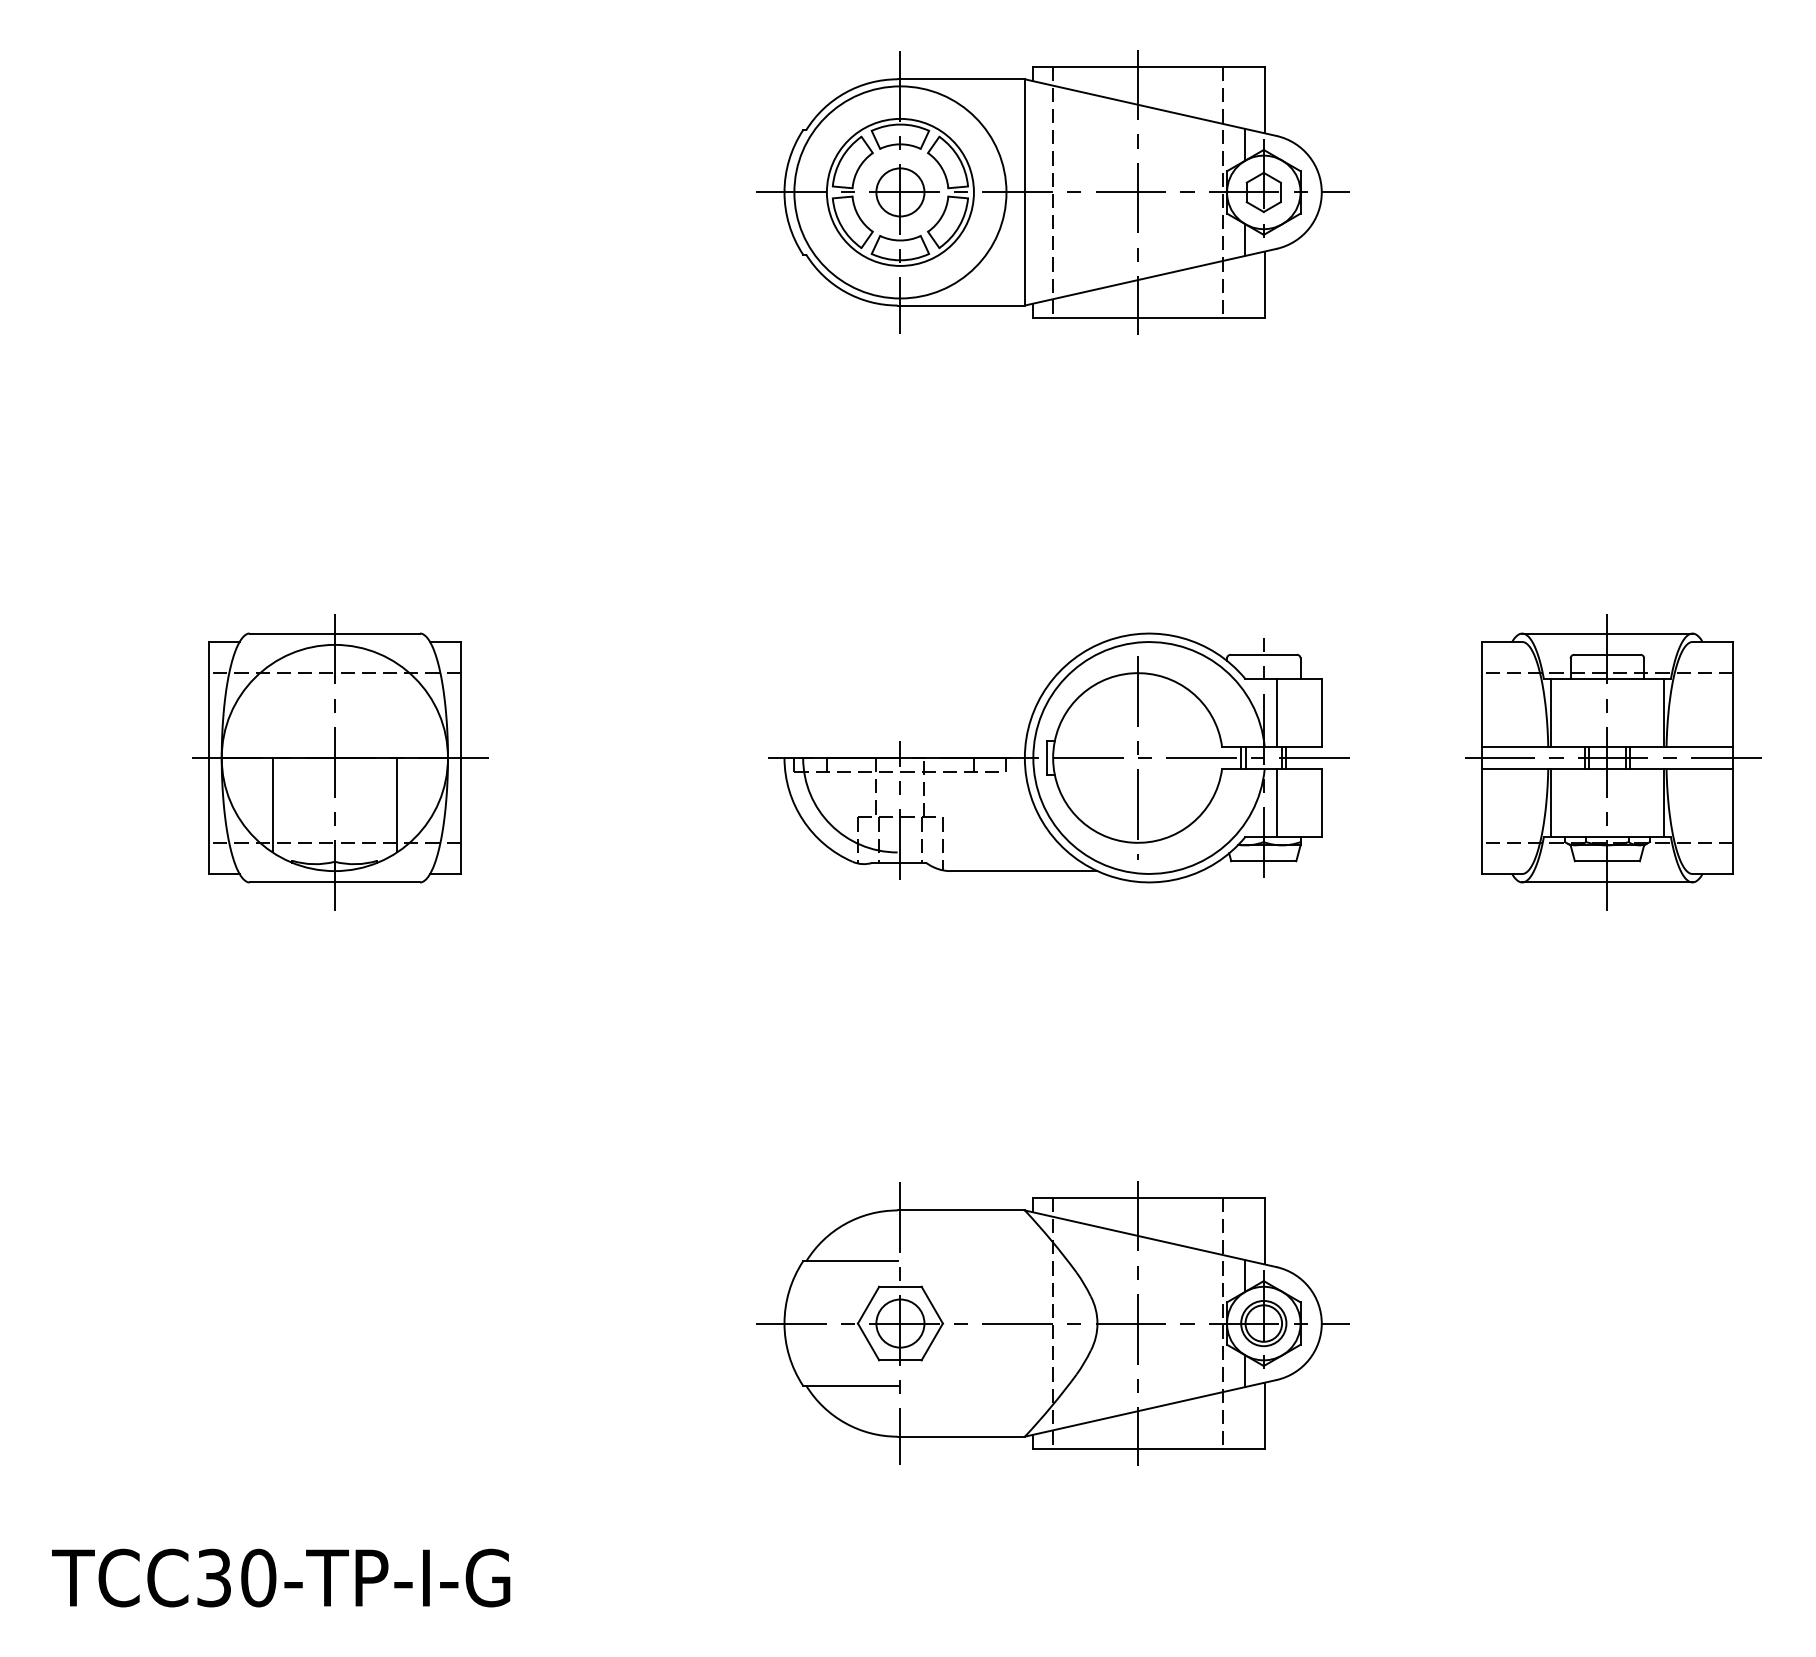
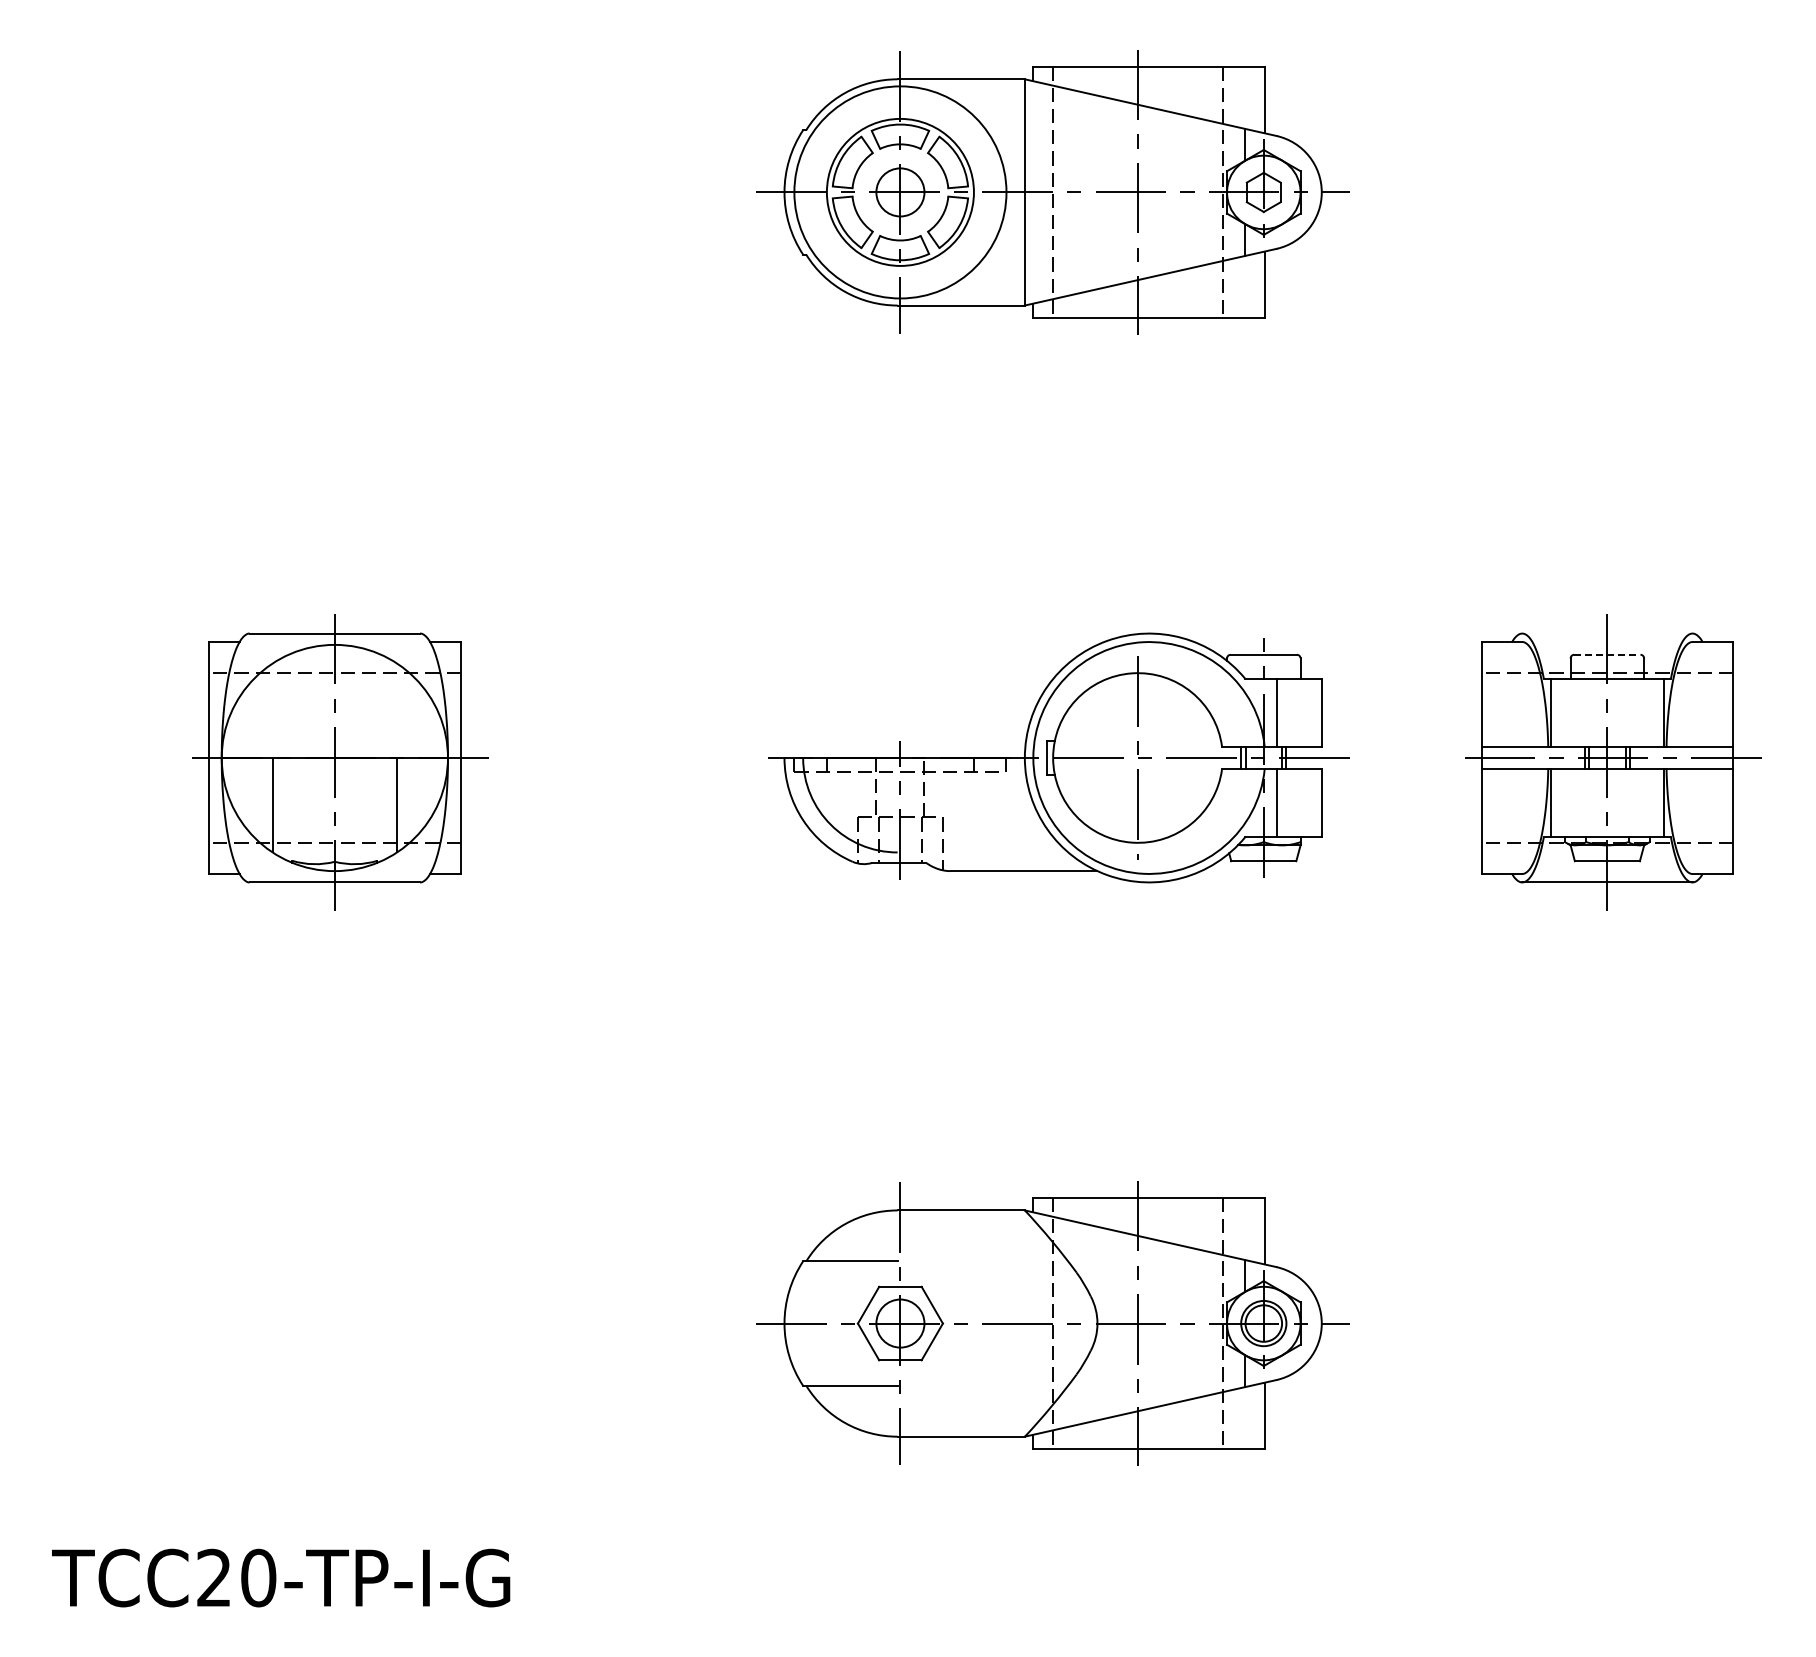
line at (1607, 633): present -> none
line at (1607, 654): solid -> dashed
text at (213, 1578): TCC30-TP-I-G -> TCC20-TP-I-G
